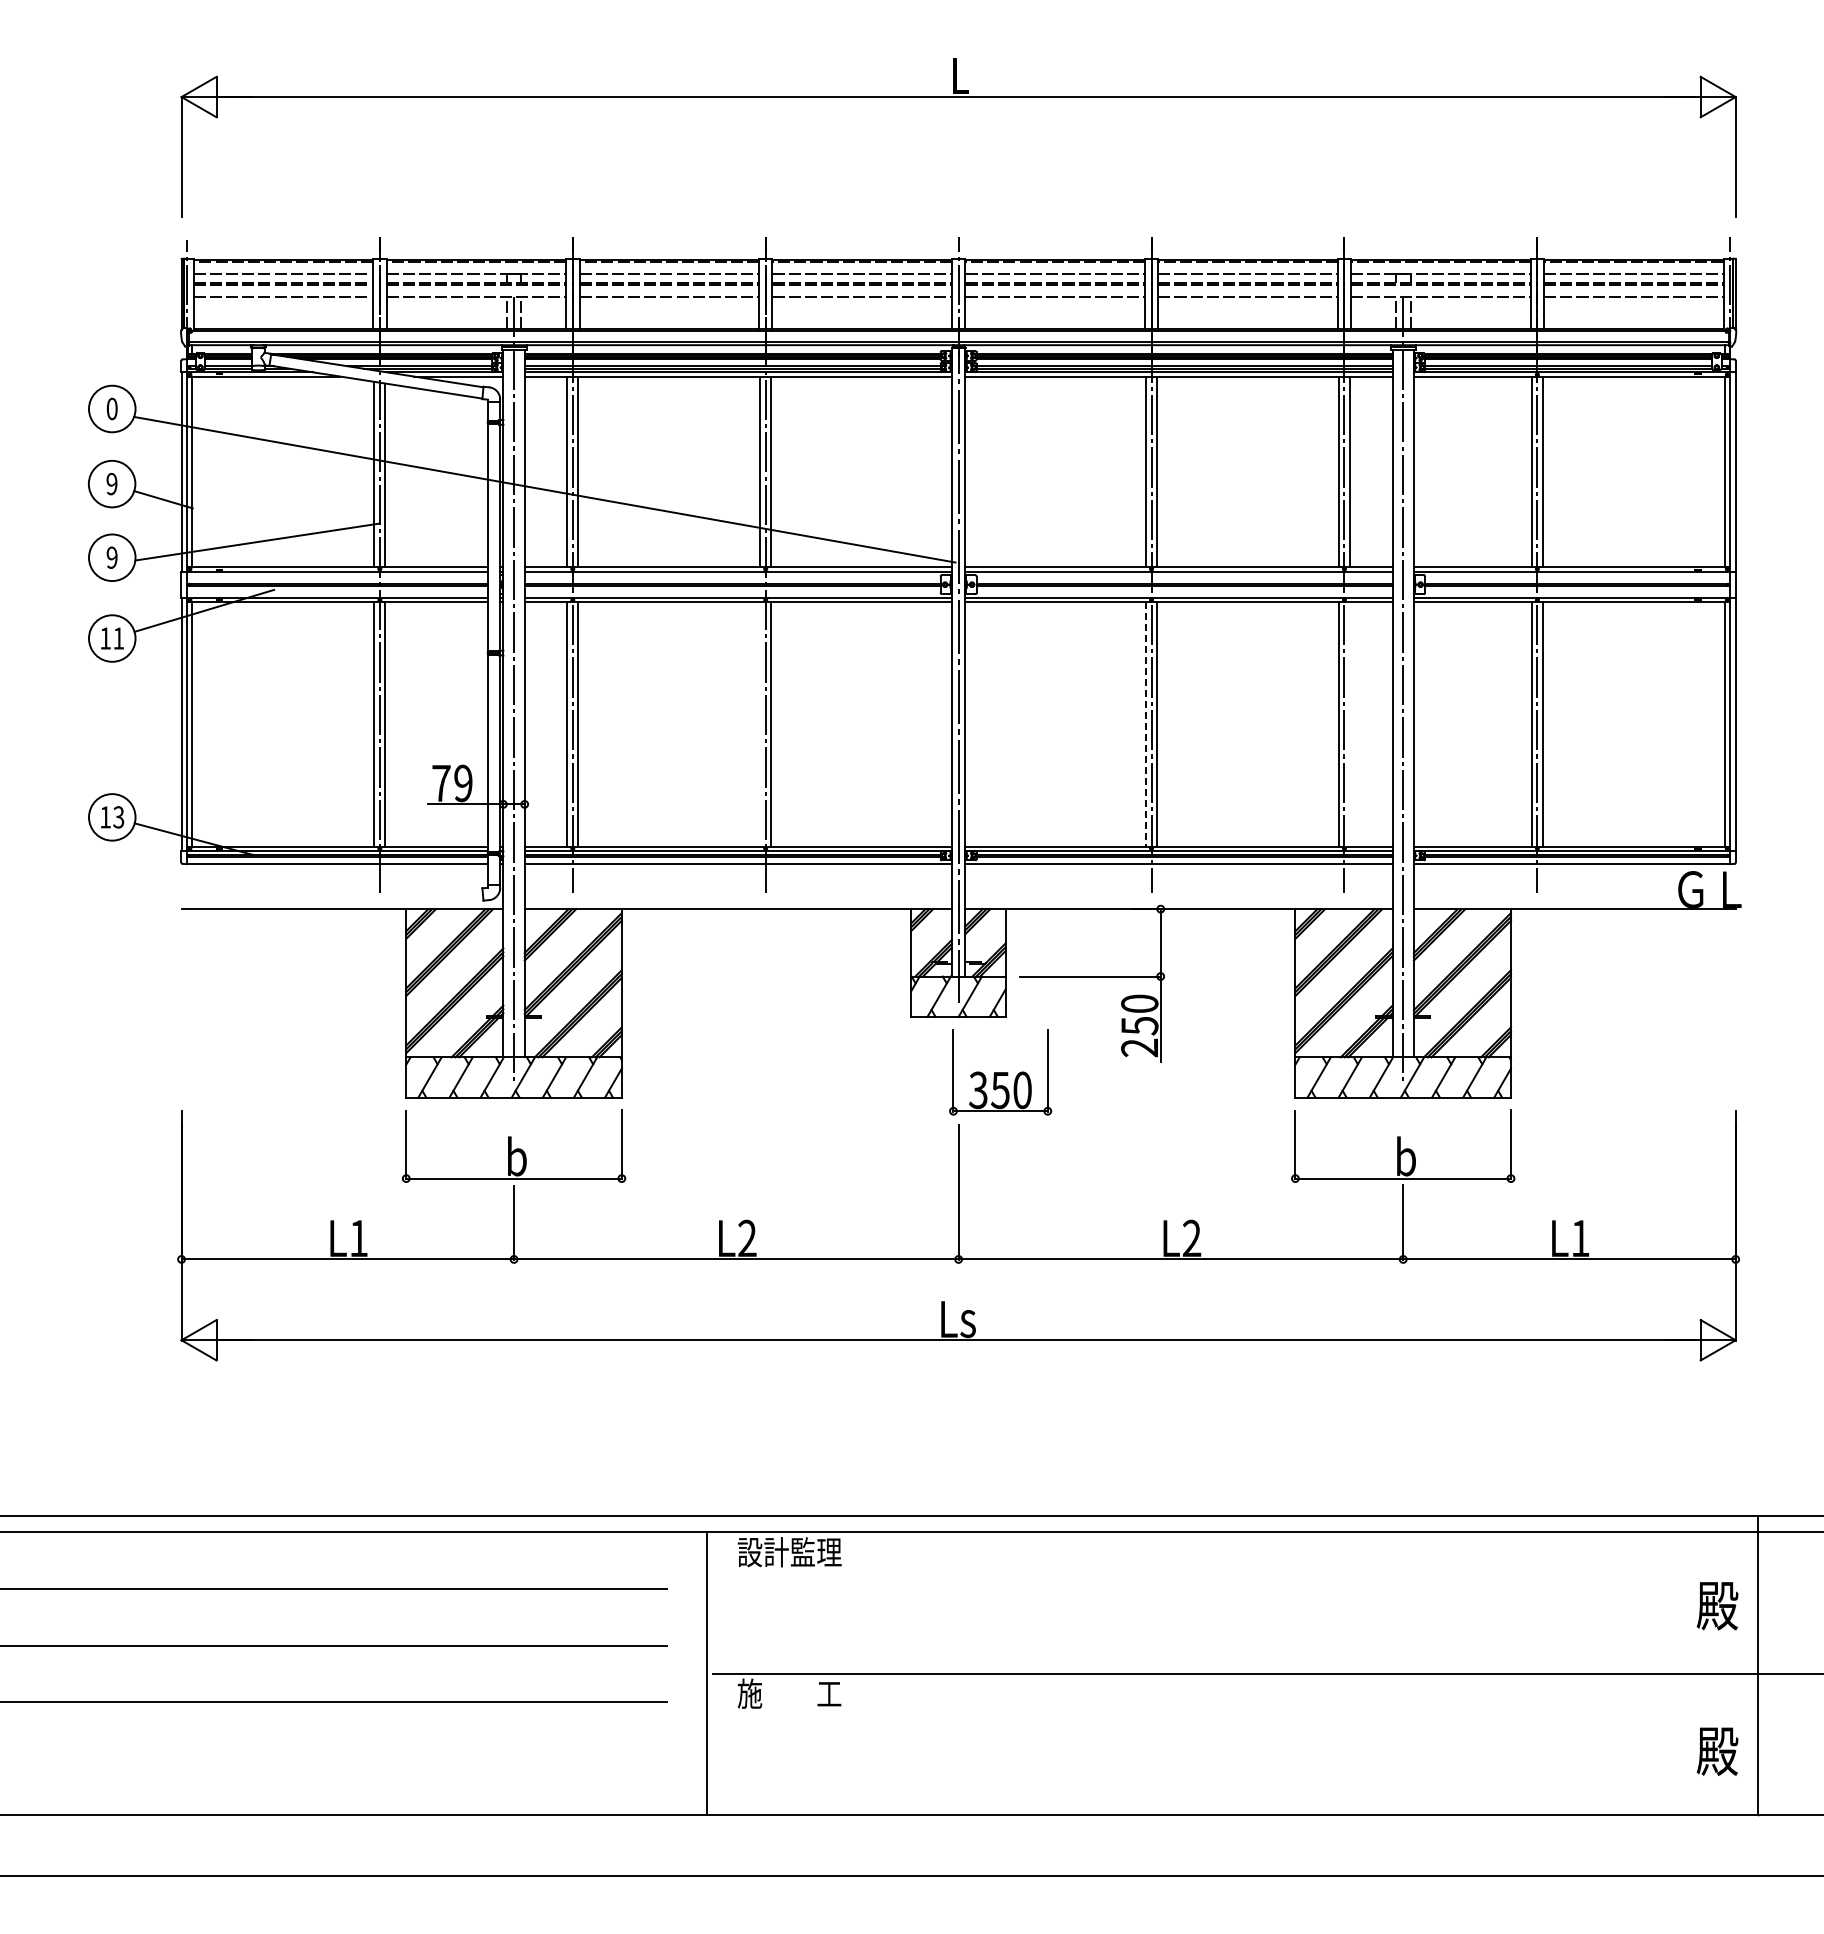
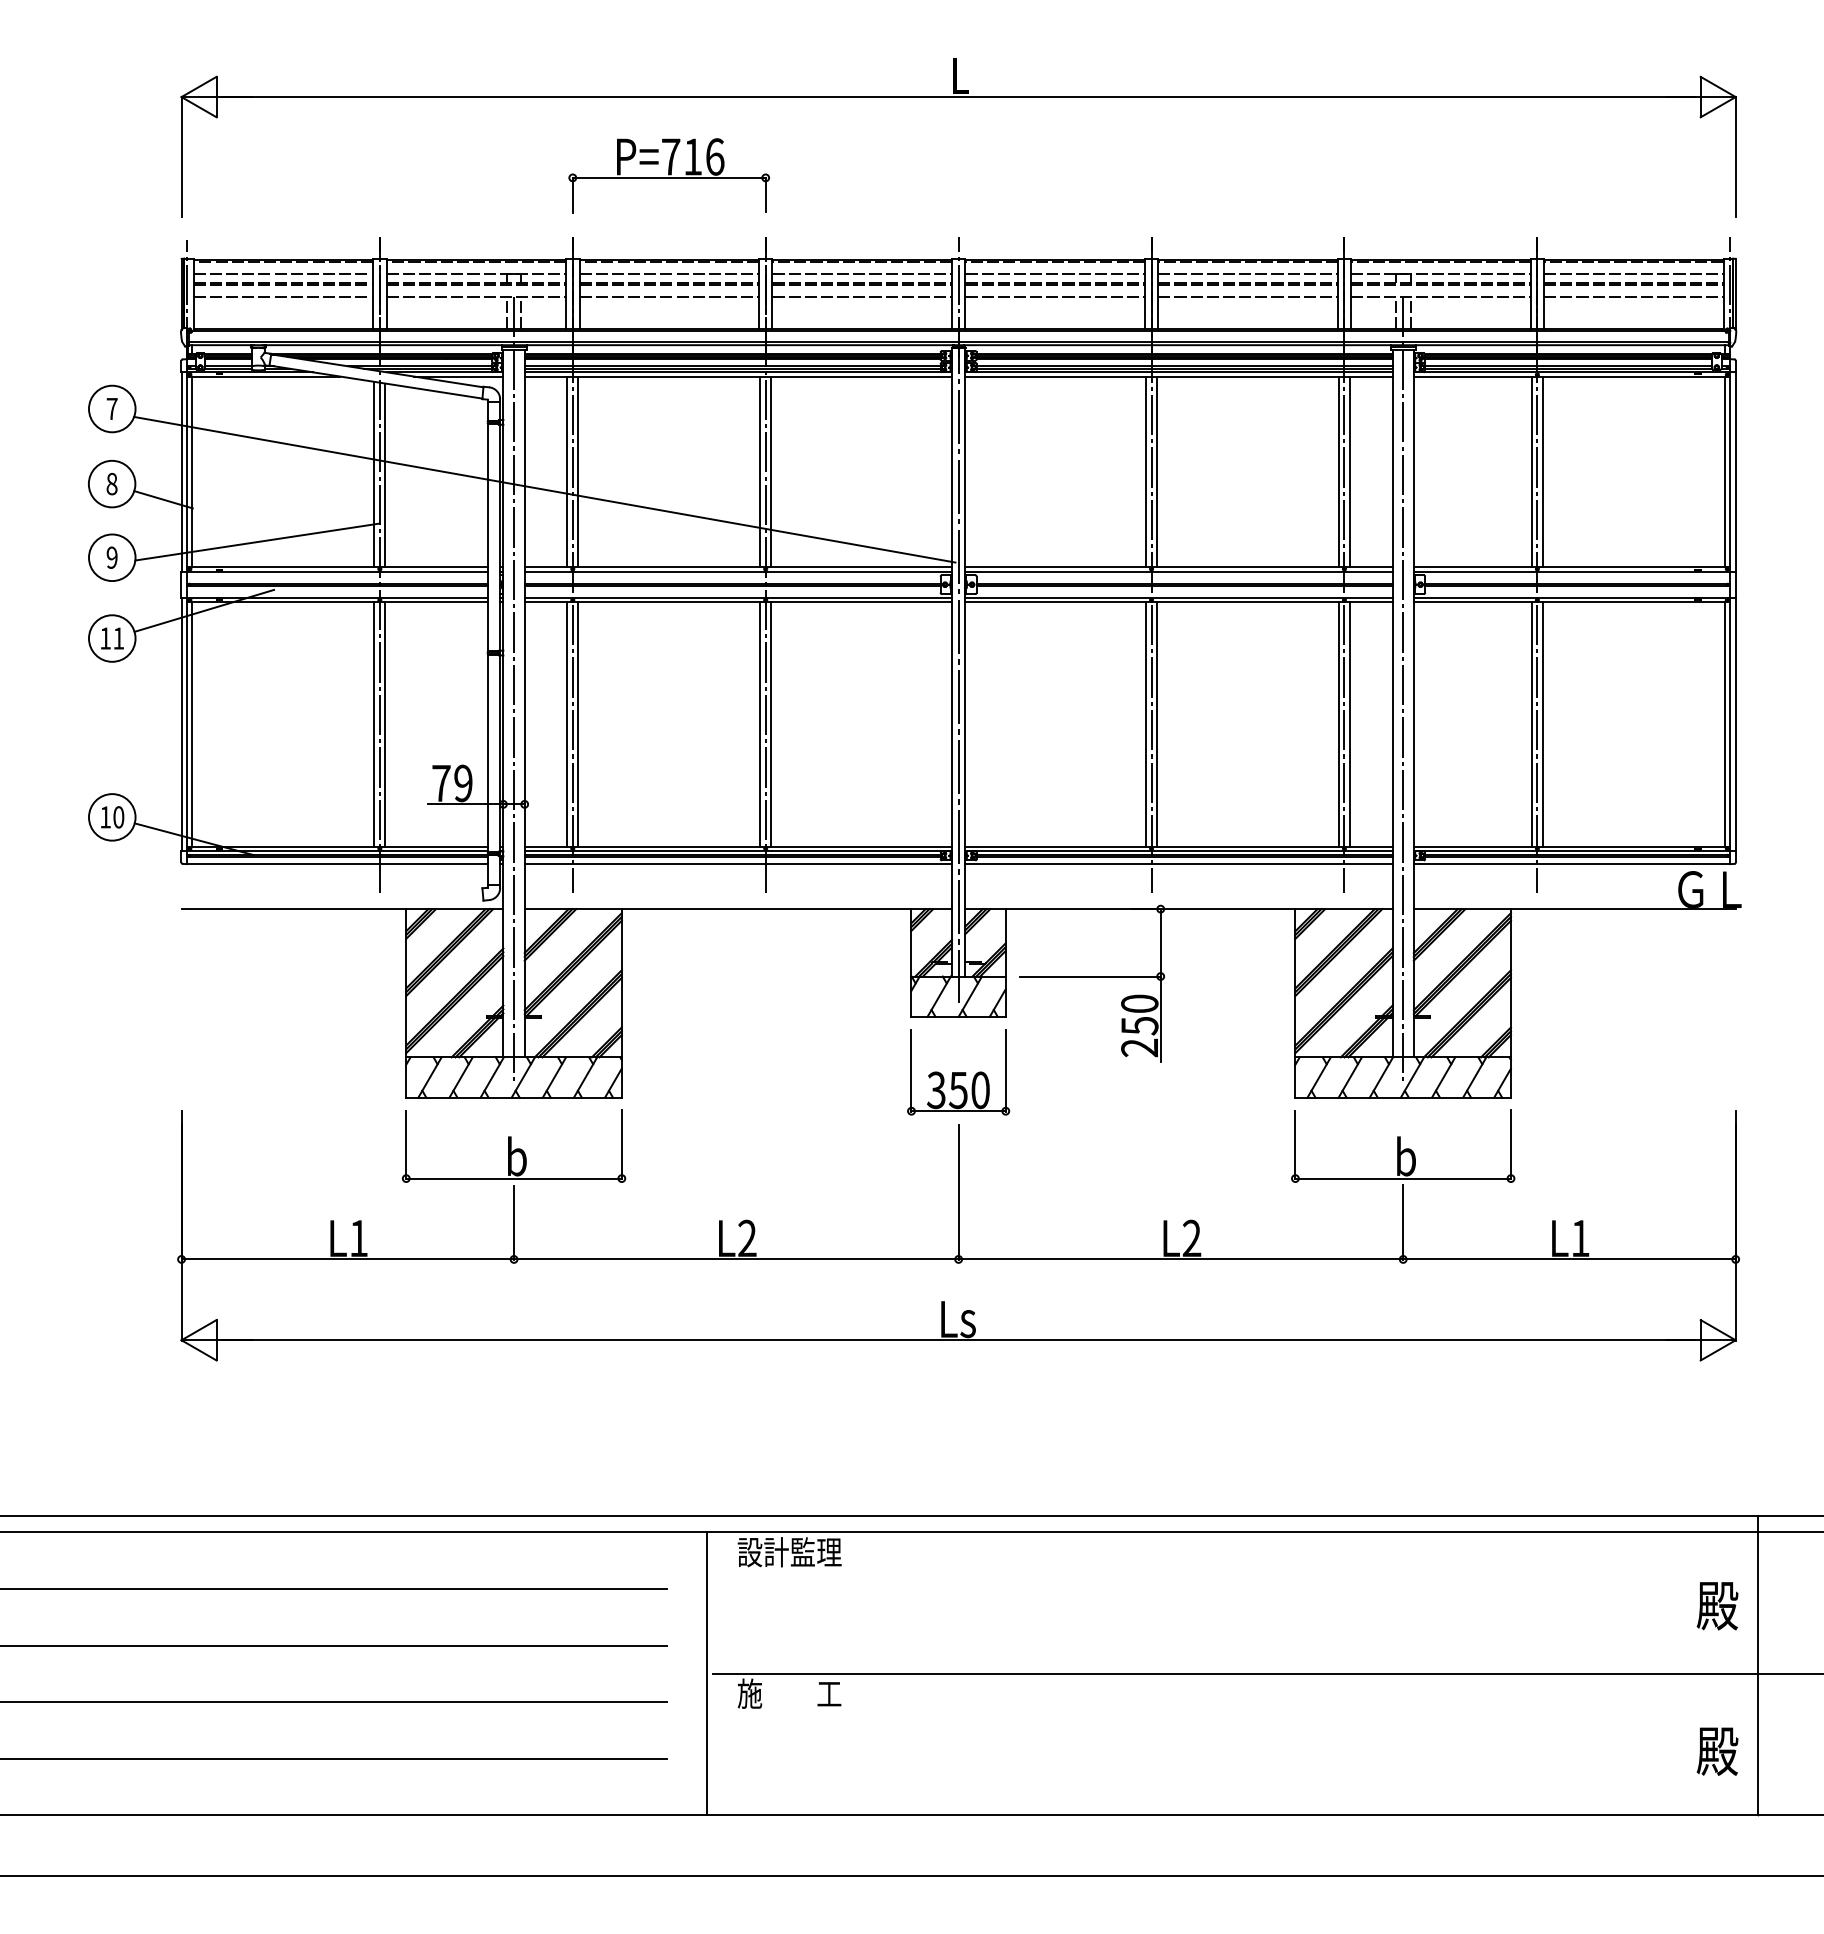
part at (668, 175): none -> present
text at (111, 408): 0 -> 7
text at (111, 483): 9 -> 8
line at (760, 724): none -> present
line at (1146, 724): dashed -> solid
line at (1349, 724): none -> present
text at (118, 817): 13 -> 10
part at (1000, 1072) position: (1000, 1072) -> (958, 1072)
line at (334, 1758): none -> present
